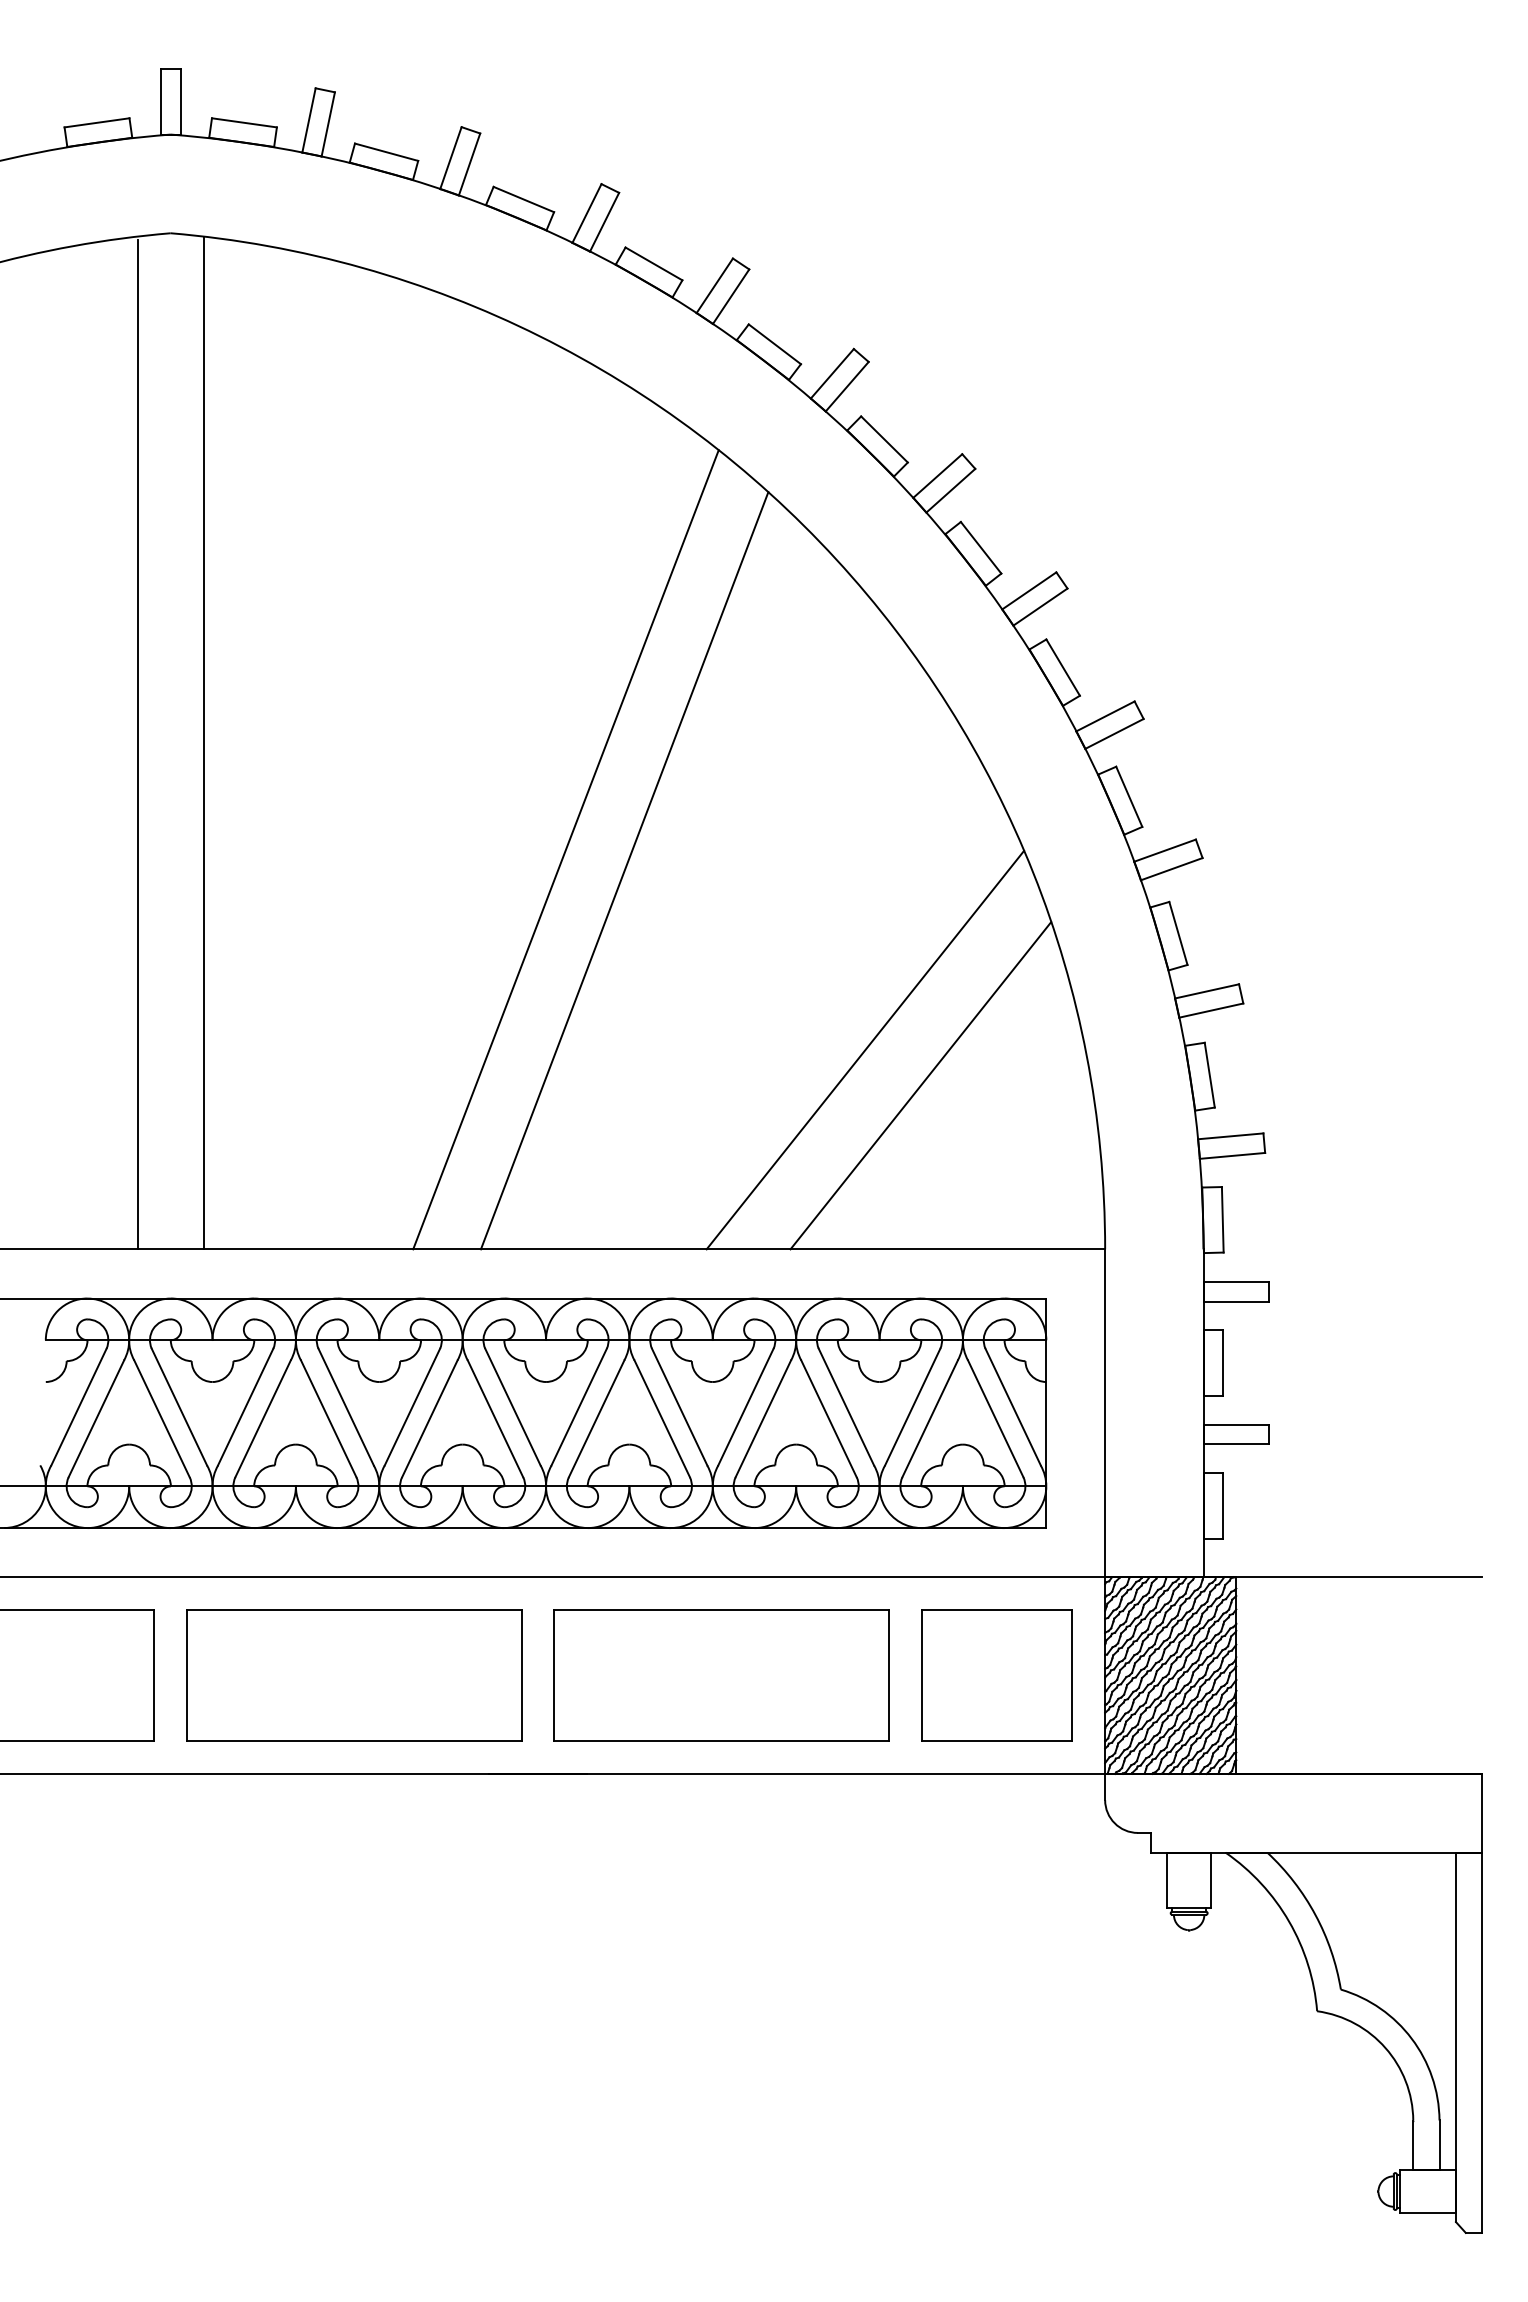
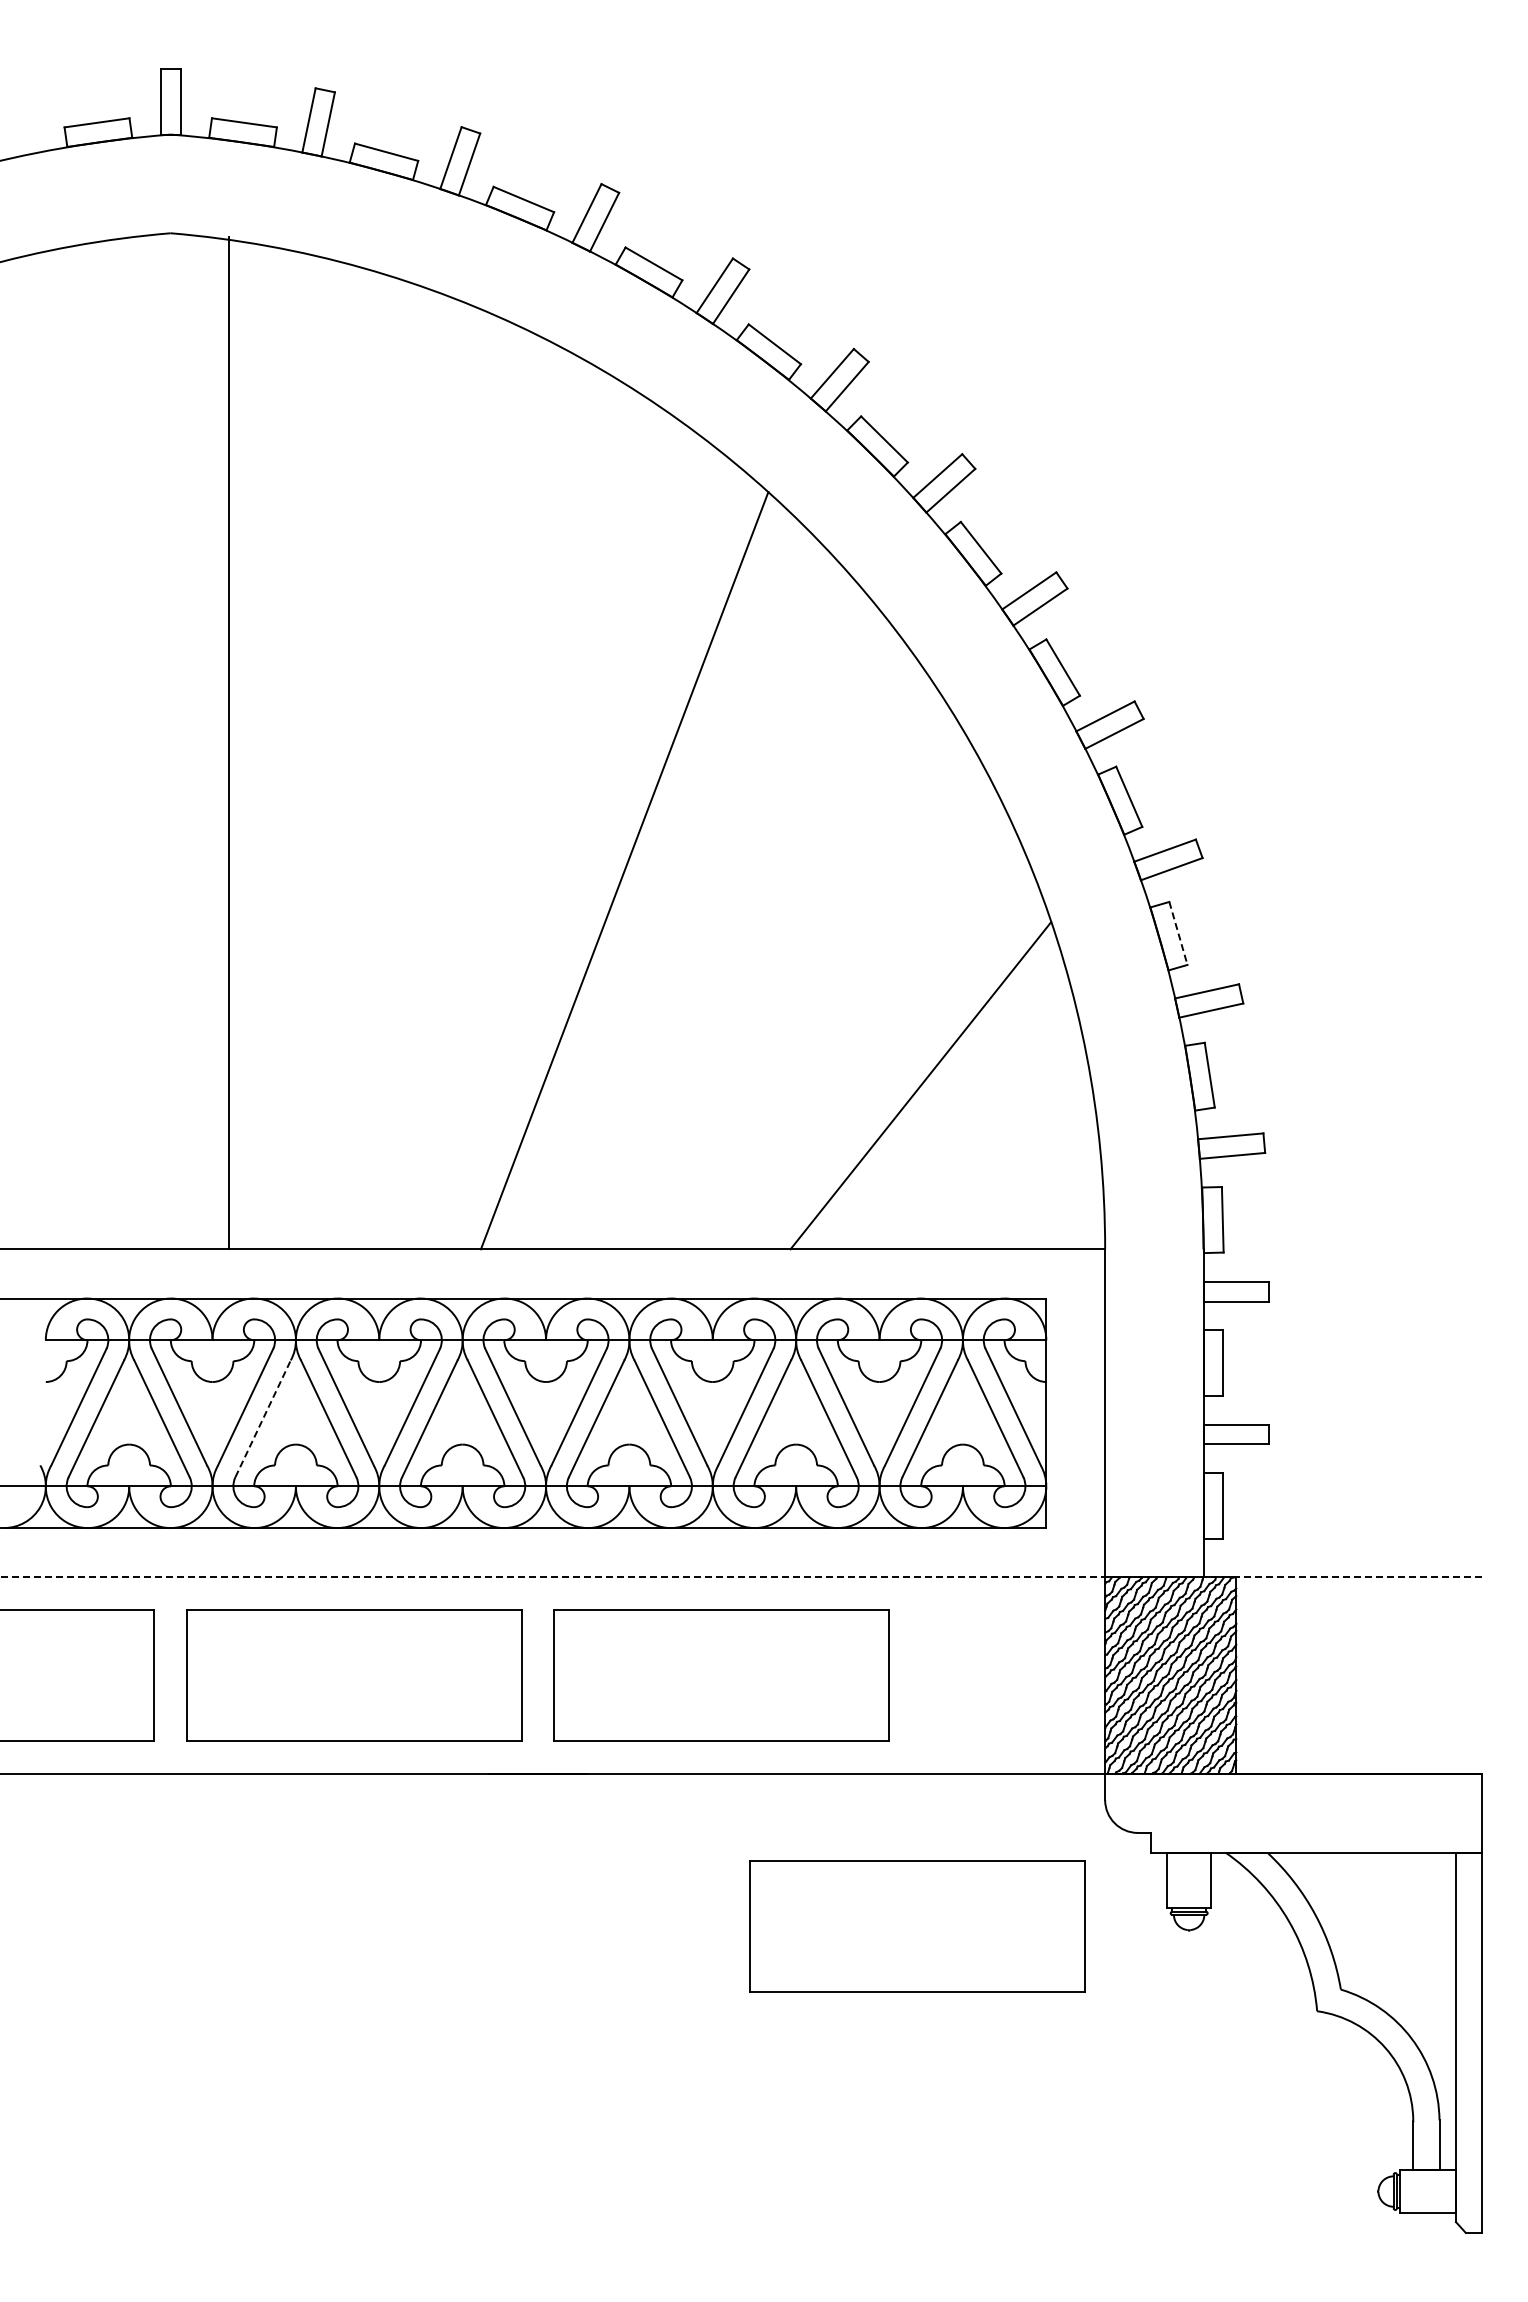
line at (203, 742) position: (203, 742) -> (228, 742)
line at (137, 744): present -> none
line at (565, 849): present -> none
line at (1178, 933): solid -> dashed
line at (865, 1049): present -> none
line at (263, 1418): solid -> dashed
line at (741, 1577): solid -> dashed
part at (996, 1675): present -> none
part at (917, 1926): none -> present
